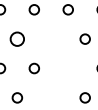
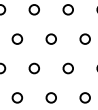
circle at (16, 38) size: 16x16 px -> 13x12 px
circle at (50, 38): none -> present
circle at (67, 68): none -> present
circle at (50, 97): none -> present
